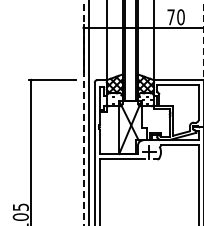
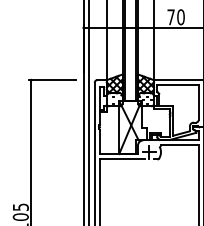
line at (203, 41): dashed -> solid
line at (83, 113): dashed -> solid
